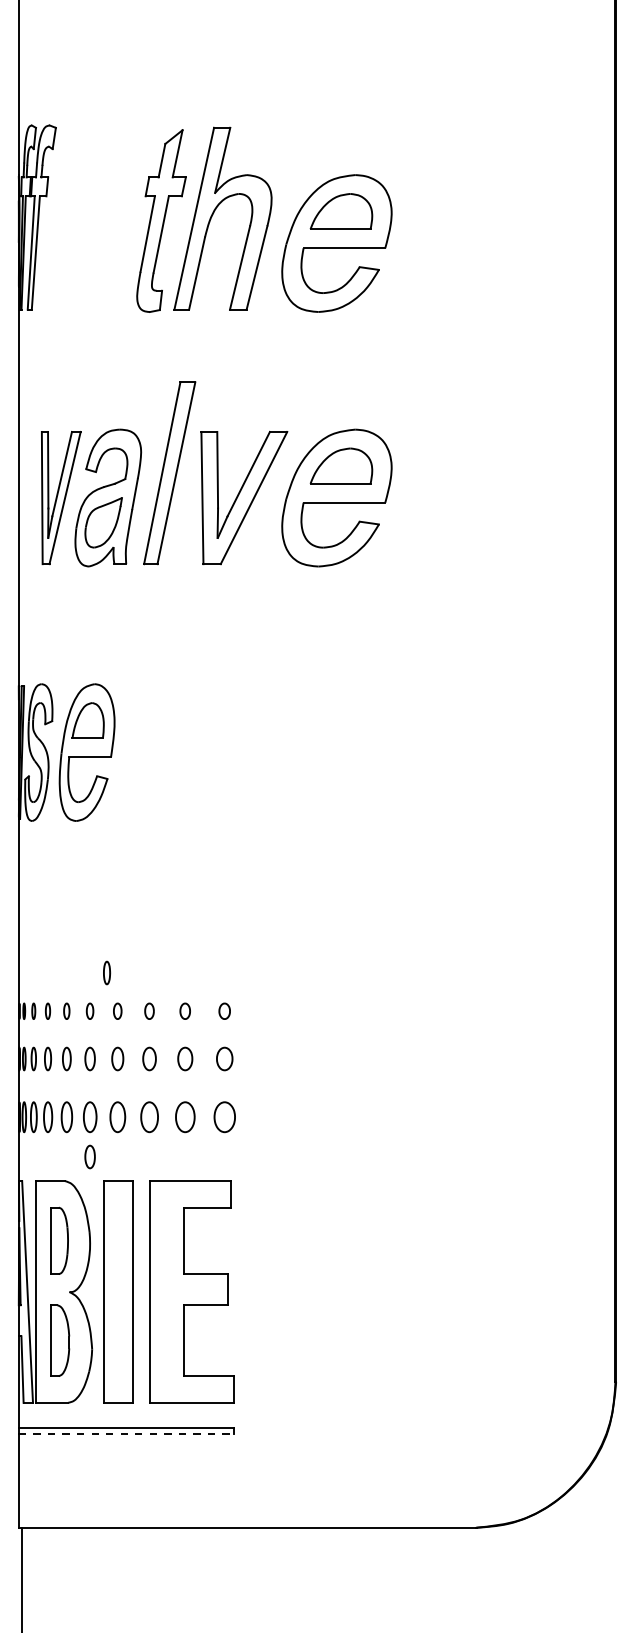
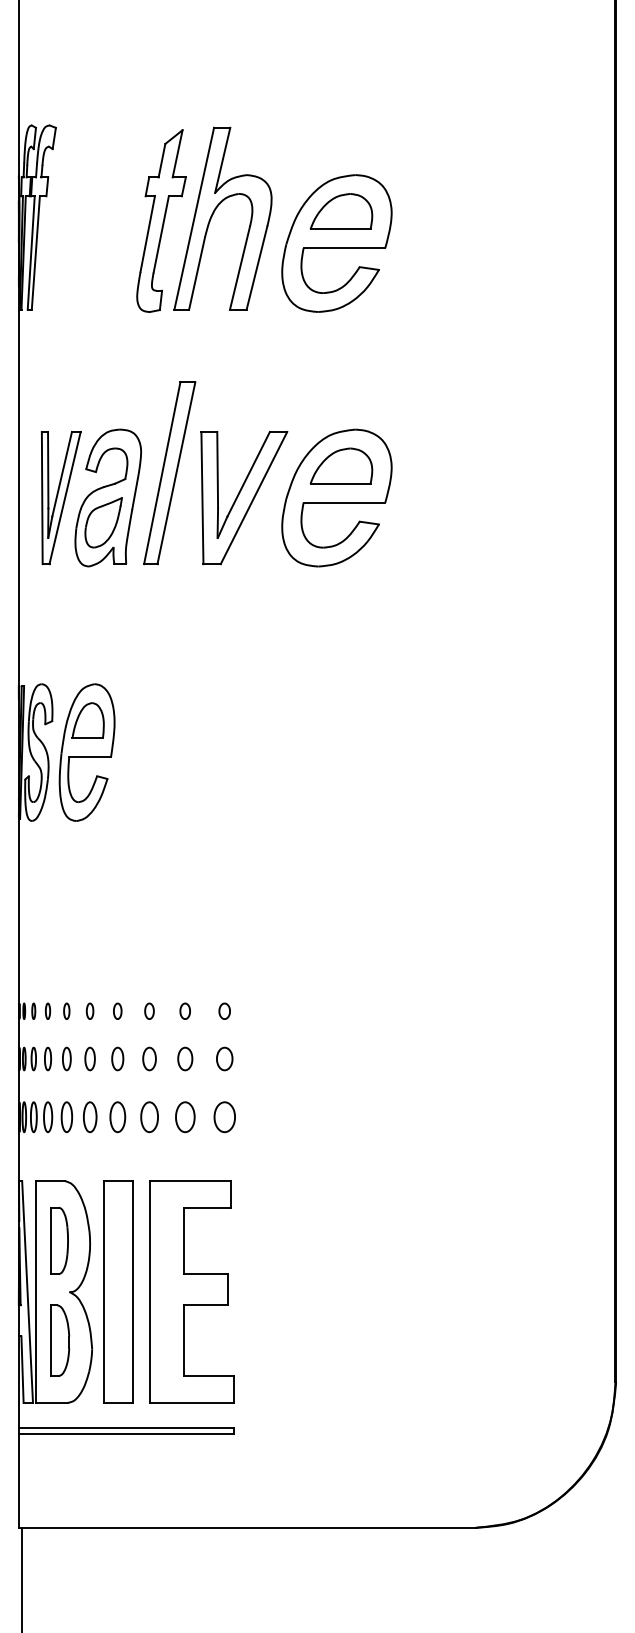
part at (106, 972): present -> none
part at (89, 1156): present -> none
line at (126, 1433): dashed -> solid
